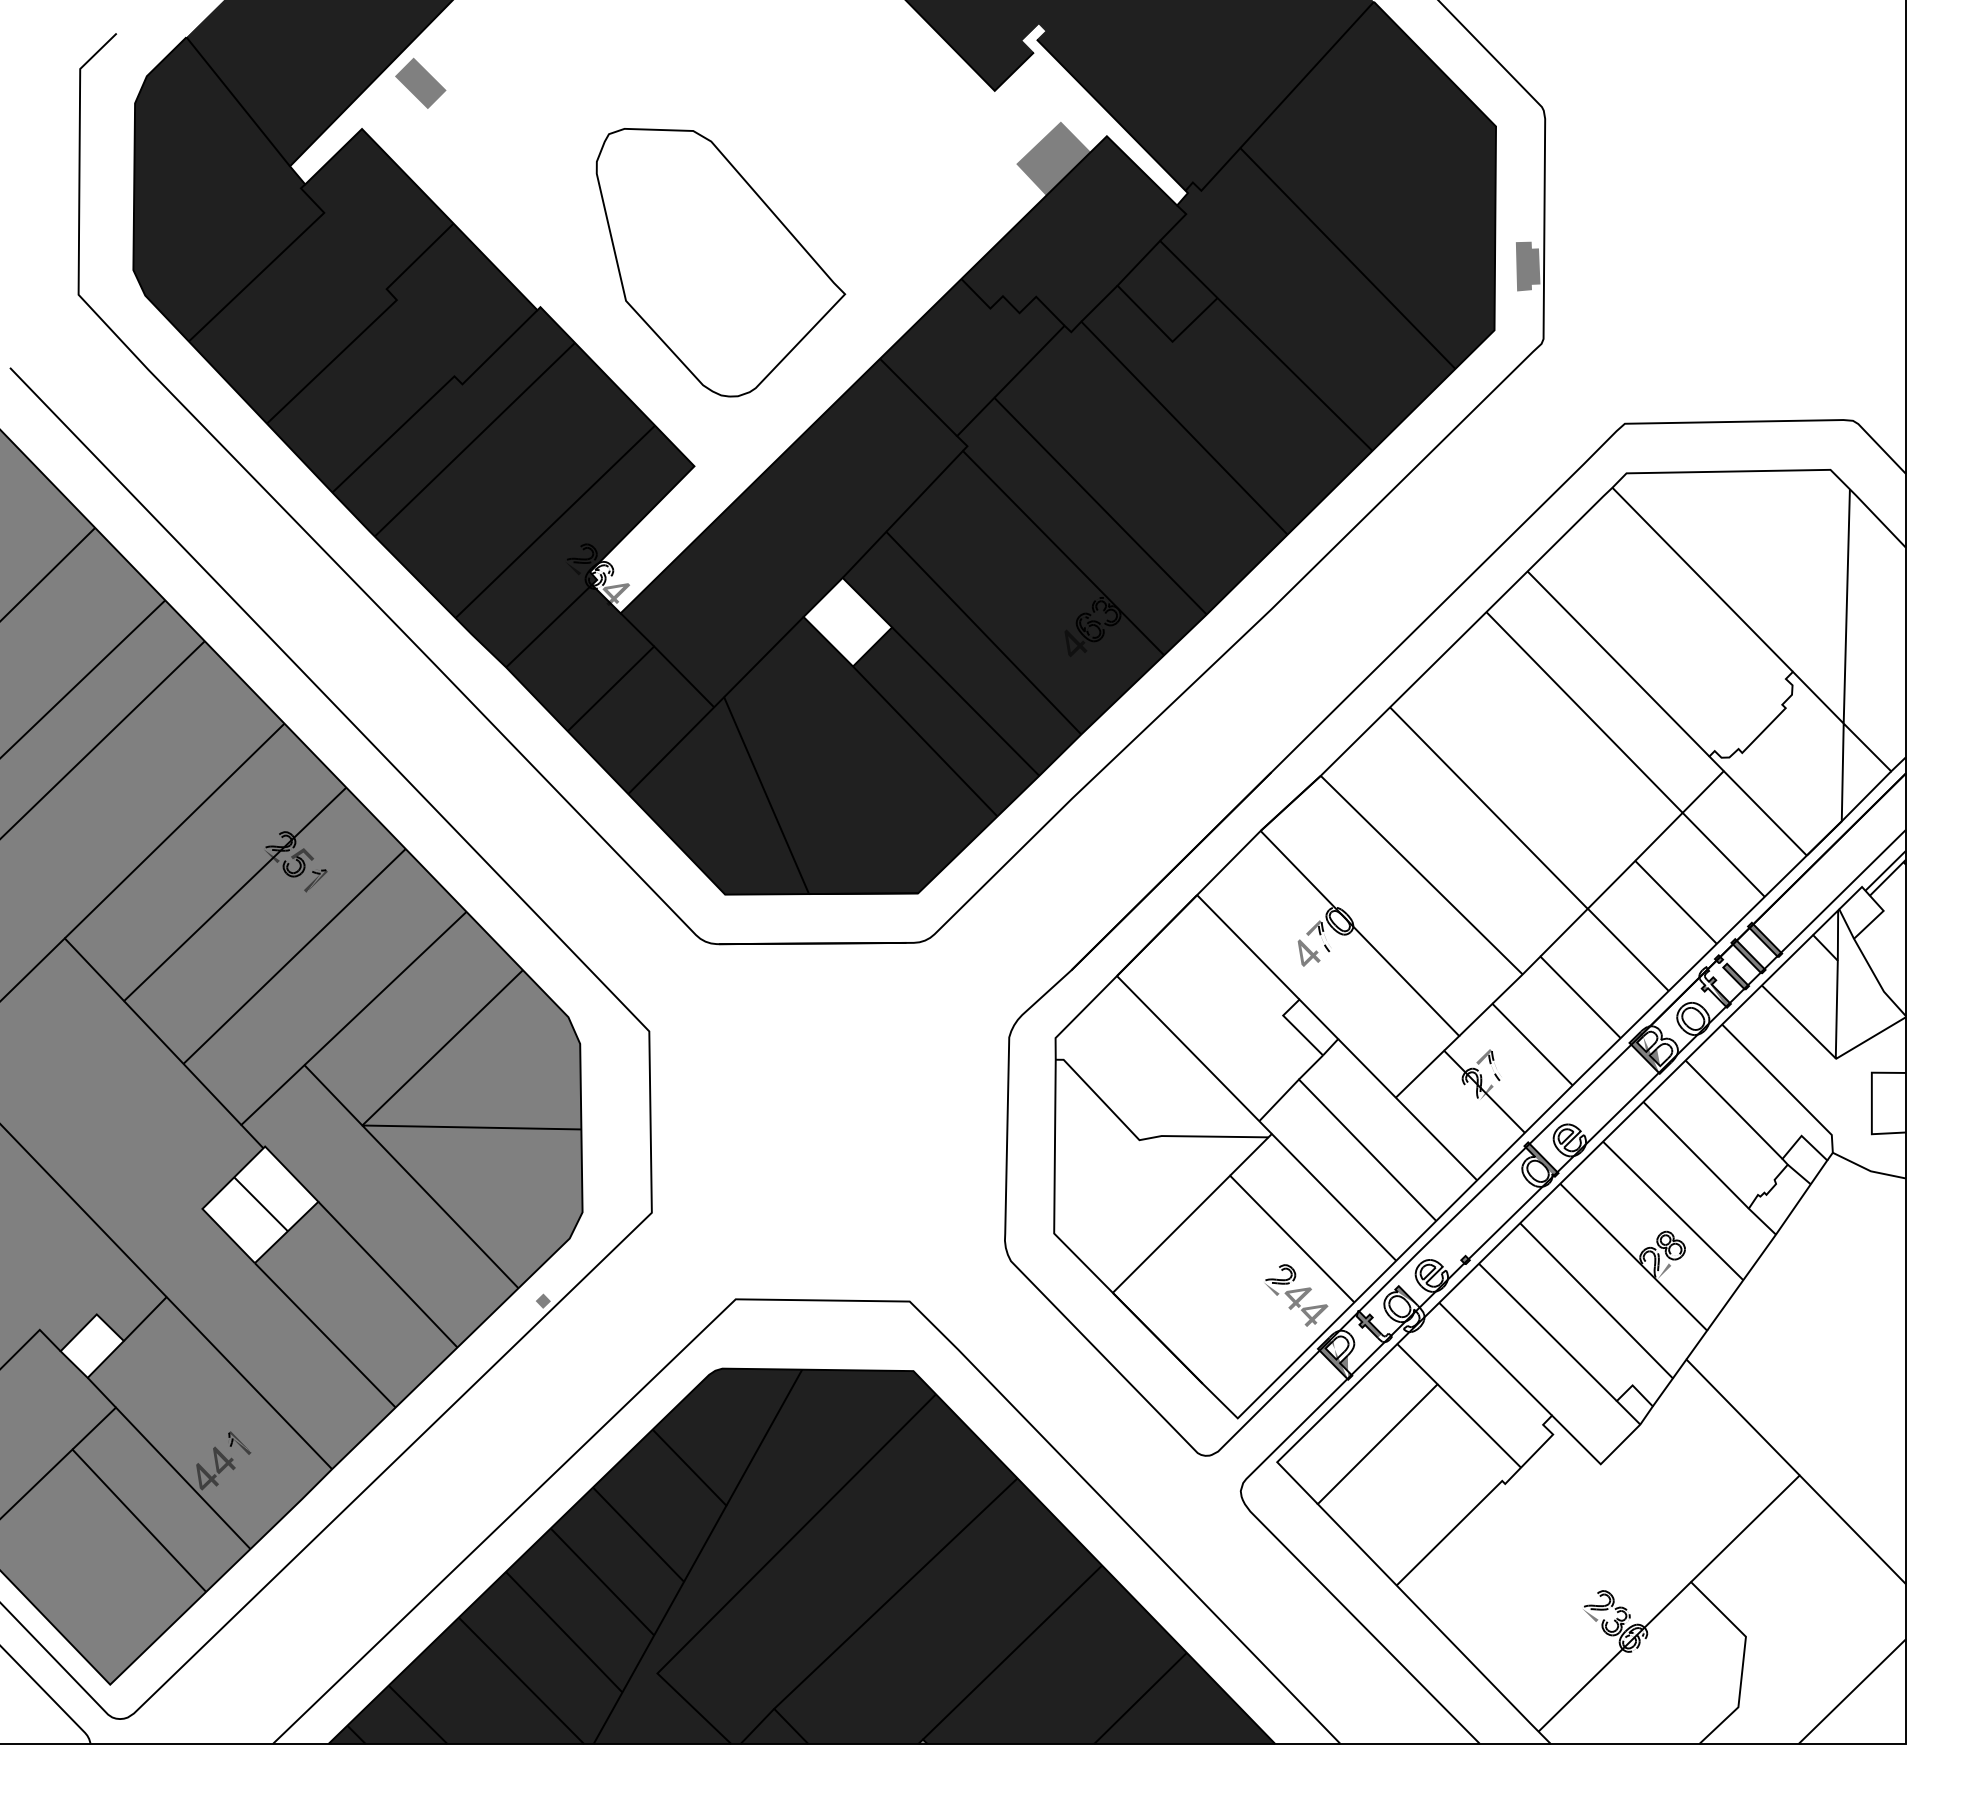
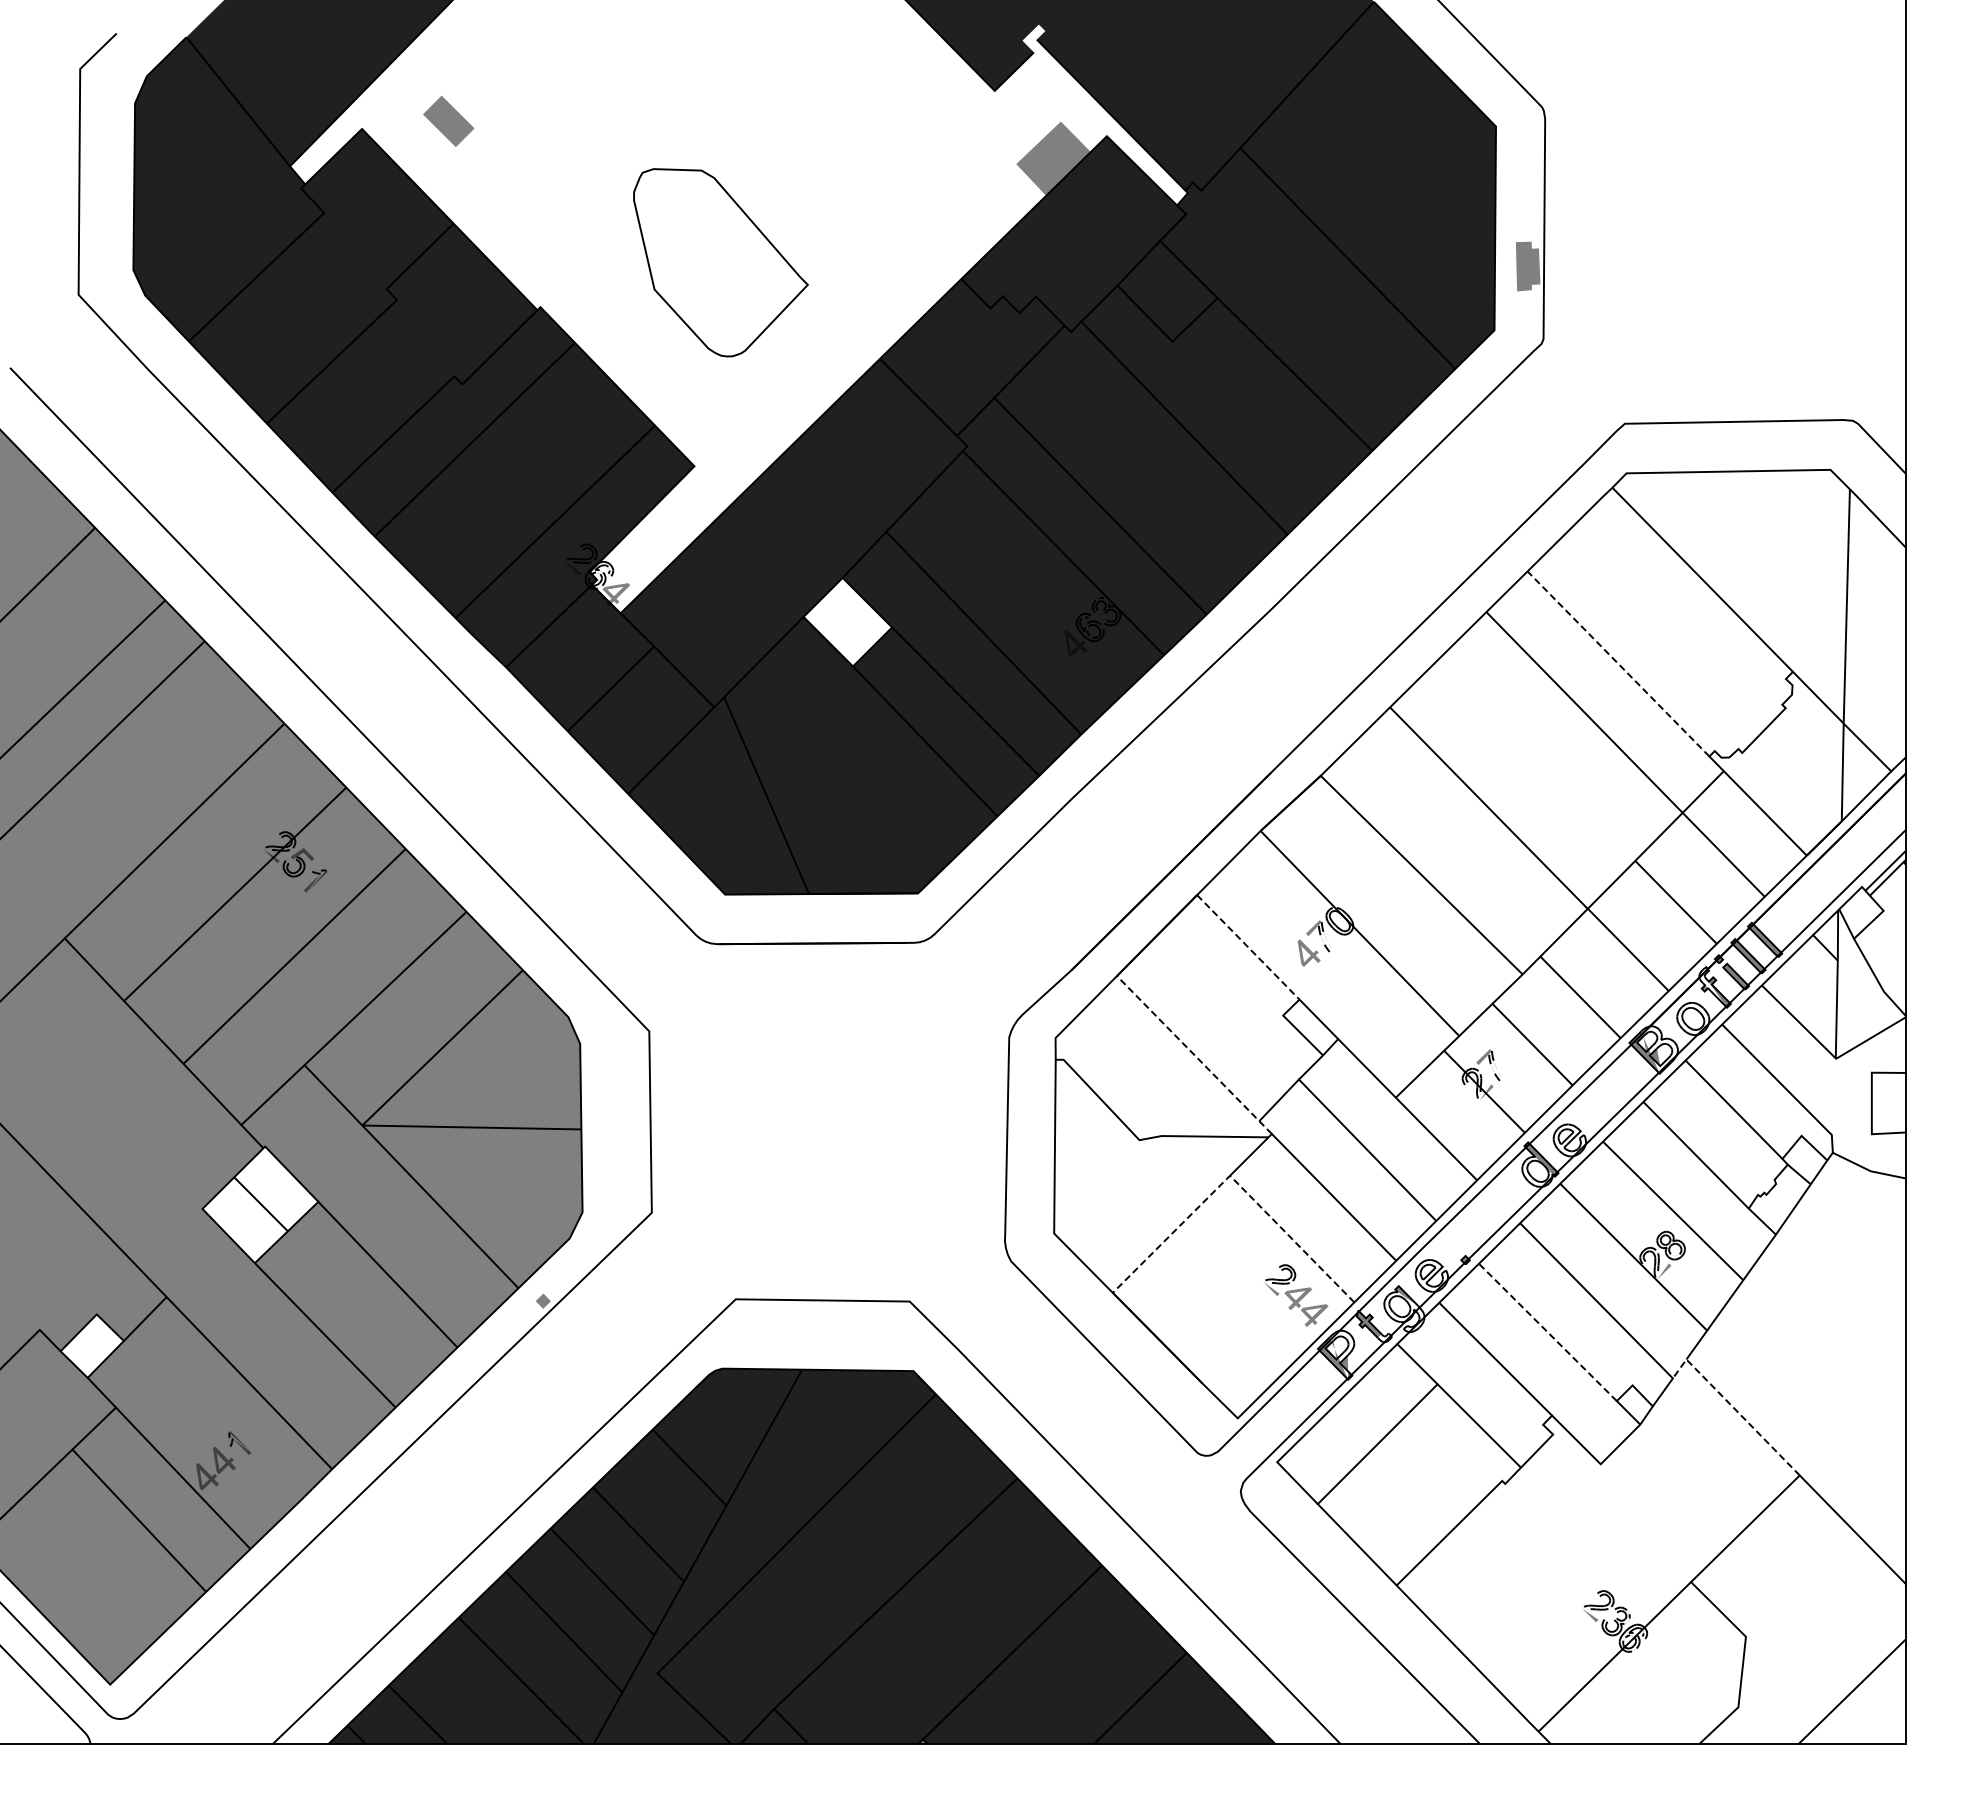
part at (420, 83) position: (420, 83) -> (448, 121)
part at (720, 262) size: 252x270 px -> 176x190 px
line at (1618, 663): solid -> dashed
line at (1248, 947): solid -> dashed
line at (1195, 1055): solid -> dashed
line at (1233, 1179): solid -> dashed
line at (1548, 1332): solid -> dashed
line at (1734, 1408): solid -> dashed
